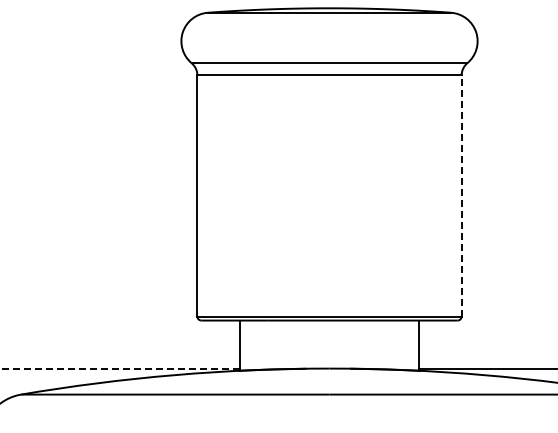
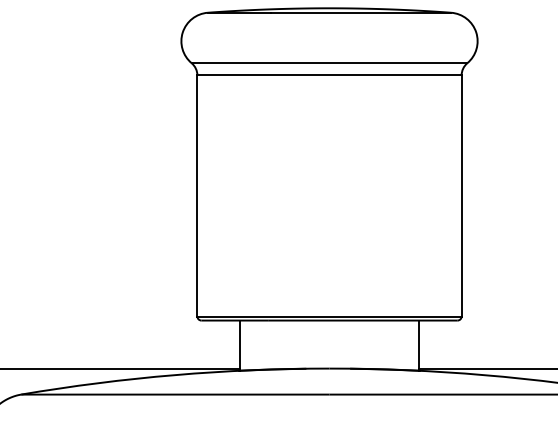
line at (461, 196): dashed -> solid
line at (119, 368): dashed -> solid
